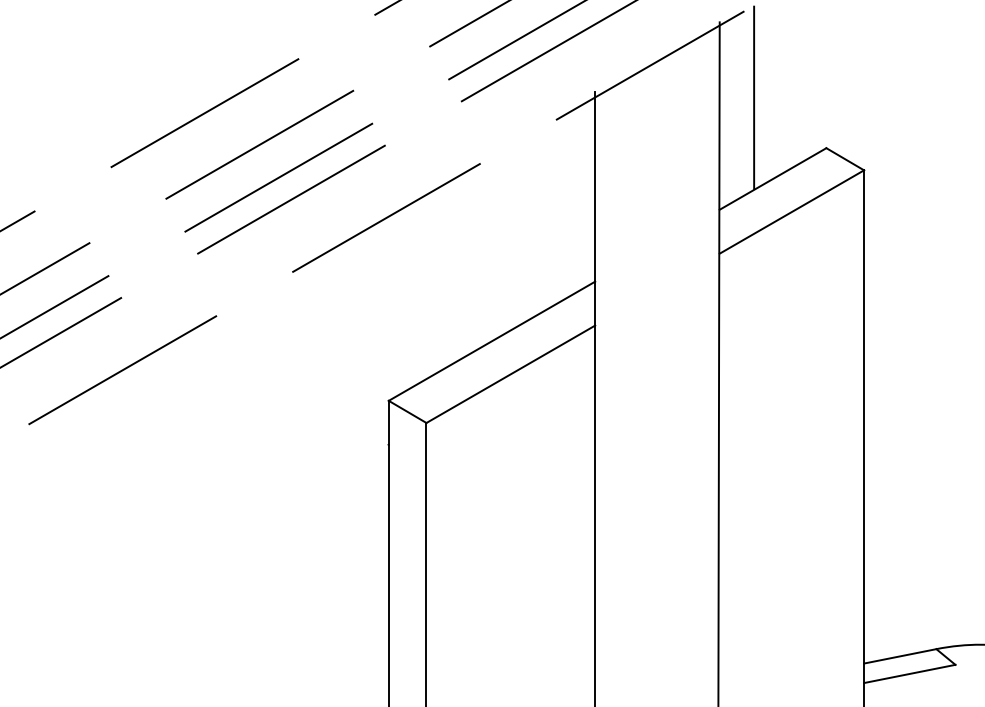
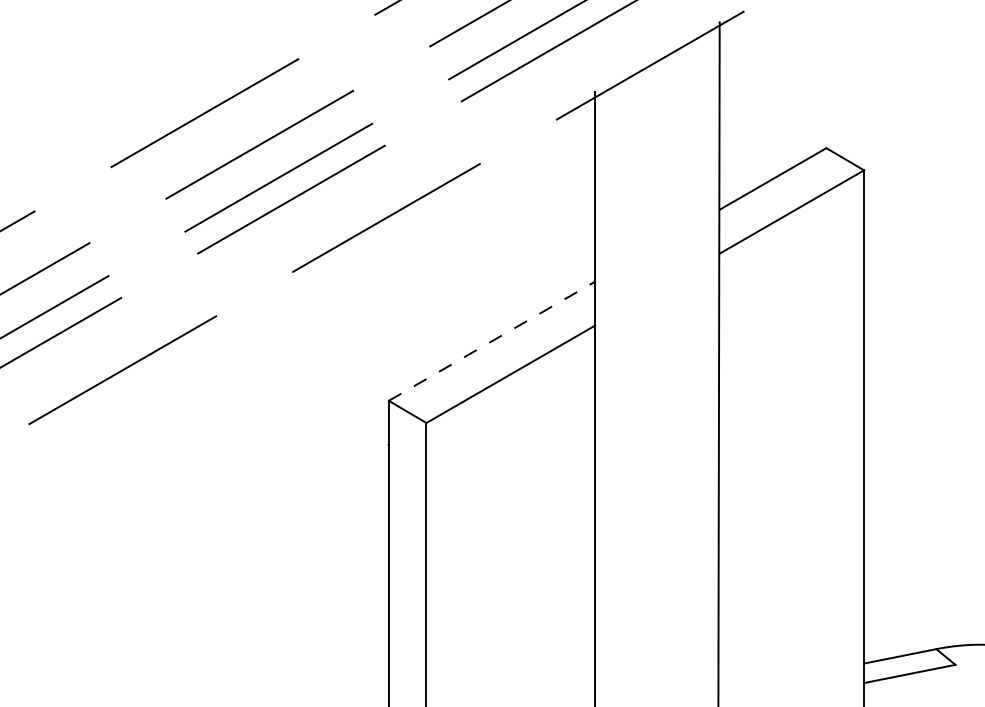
line at (754, 97): present -> none
line at (492, 341): solid -> dashed
